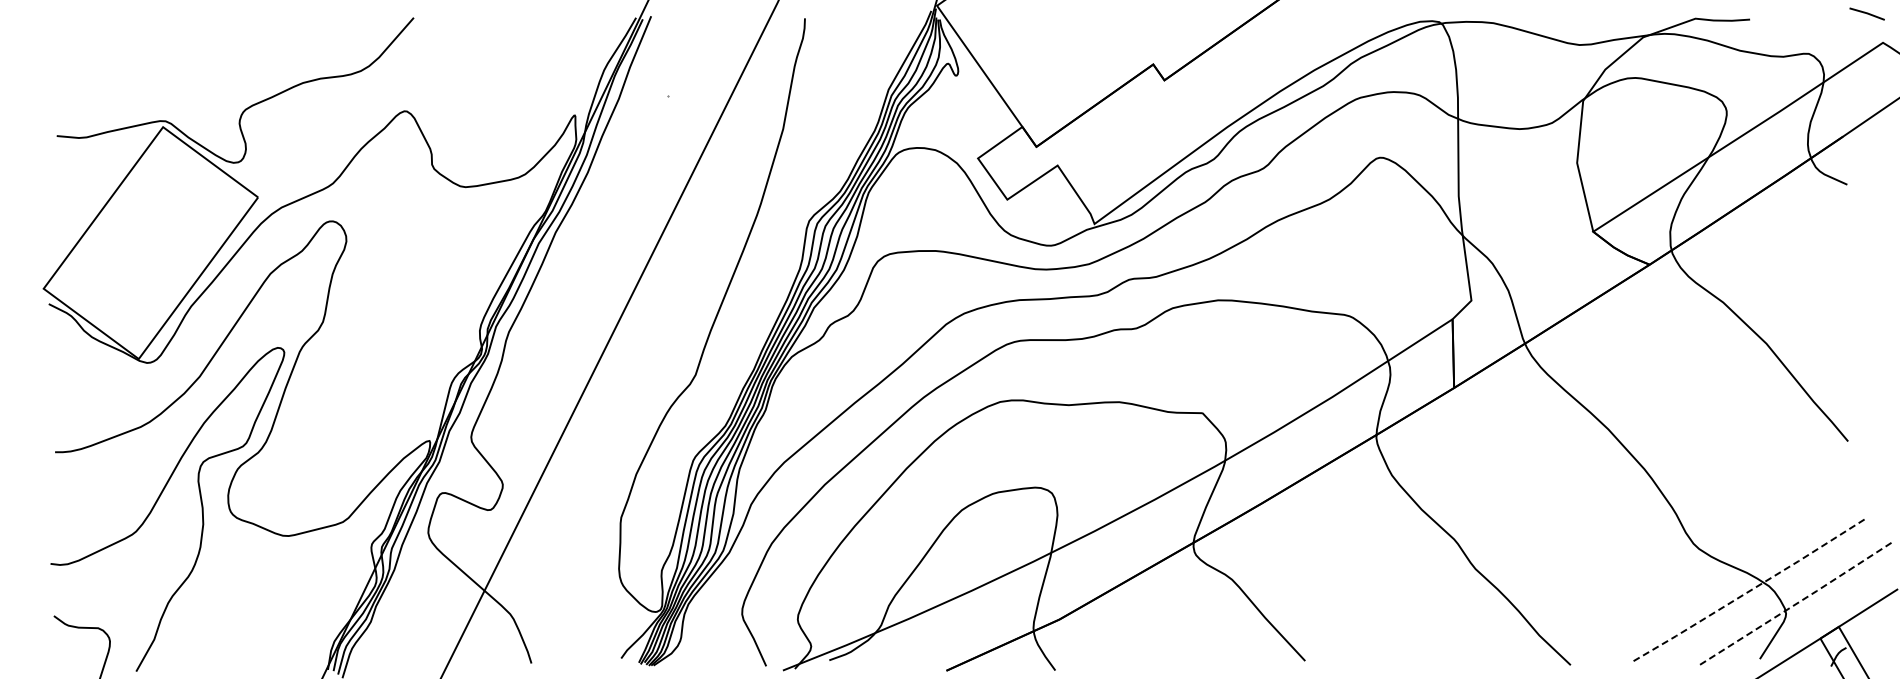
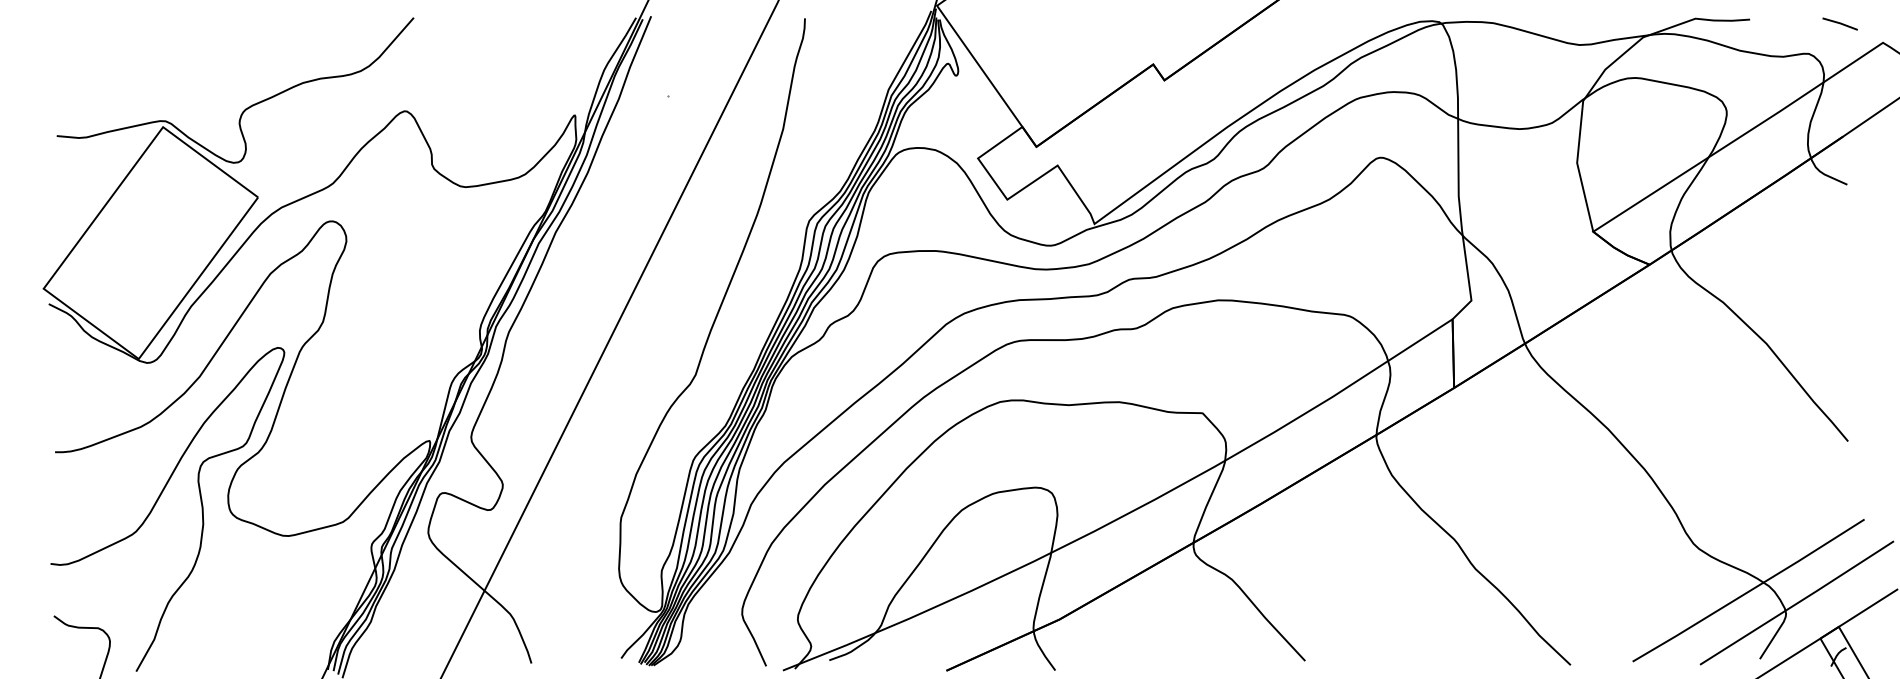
line at (1866, 13) position: (1866, 13) -> (1839, 23)
line at (1748, 591): dashed -> solid
line at (1797, 603): dashed -> solid
